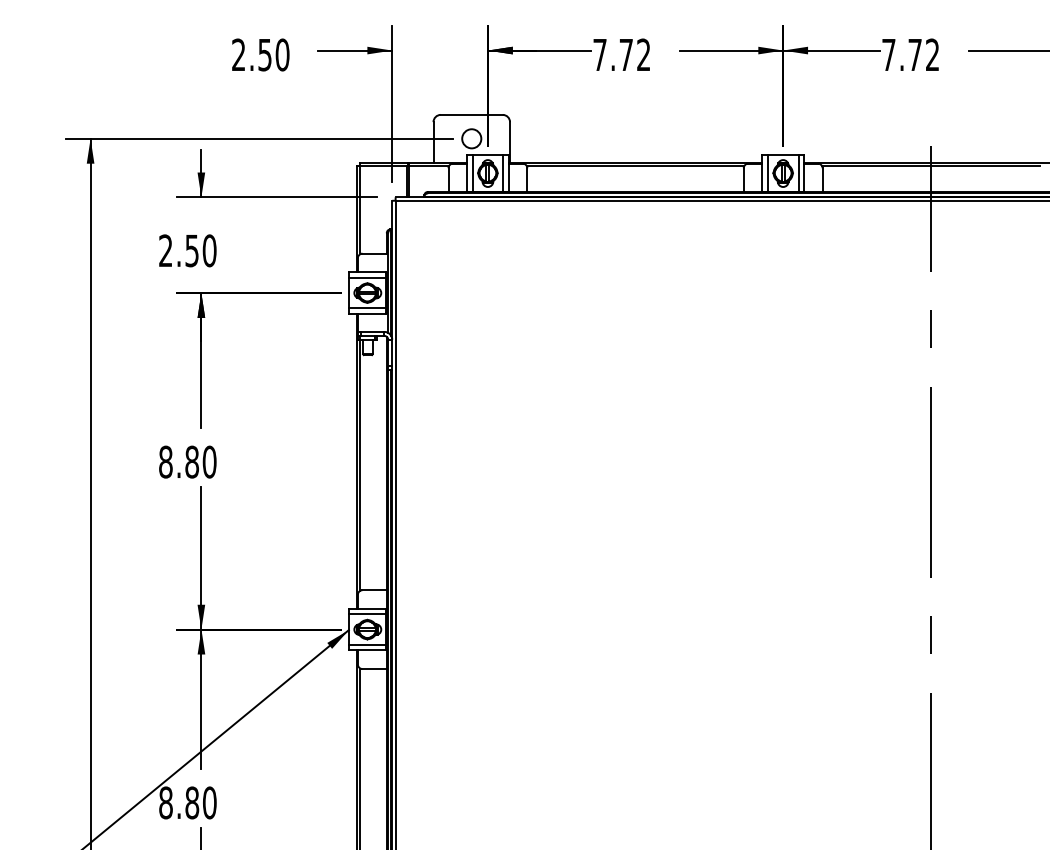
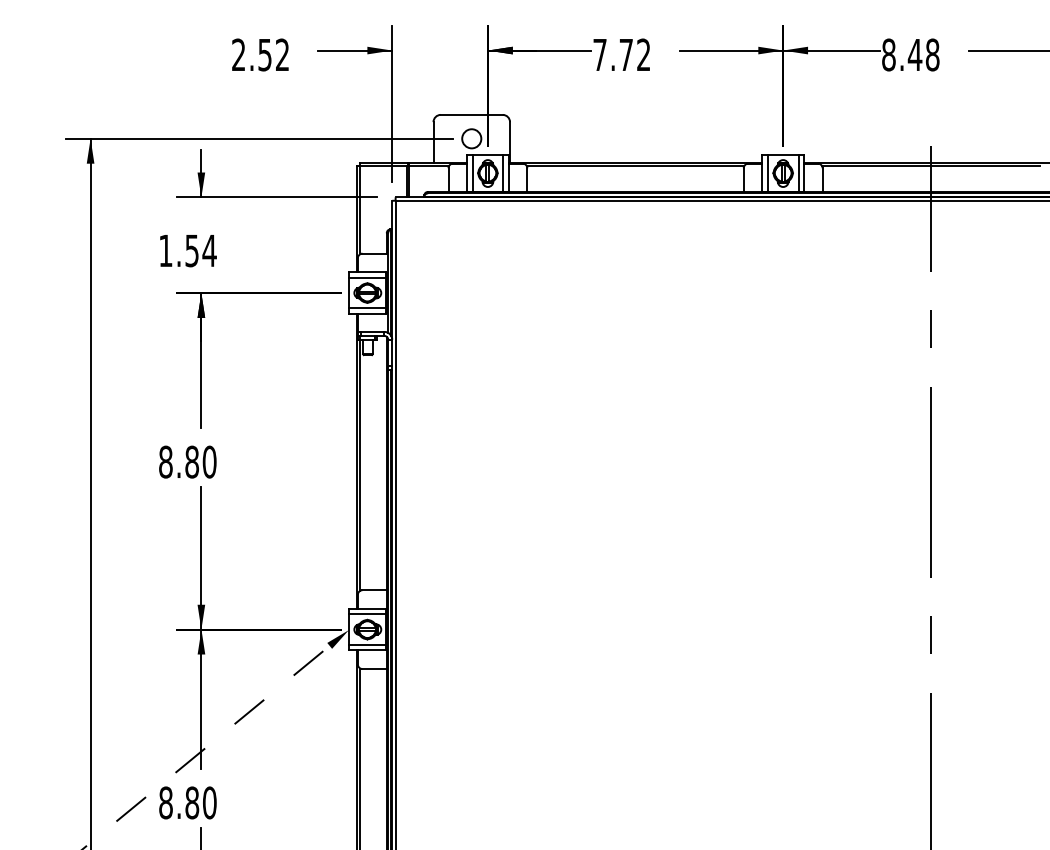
text at (282, 54): 2.50 -> 2.52
text at (910, 54): 7.72 -> 8.48
text at (187, 250): 2.50 -> 1.54
line at (215, 739): solid -> dashed
